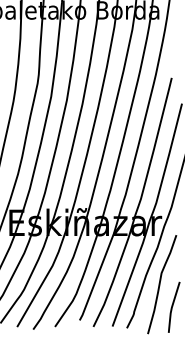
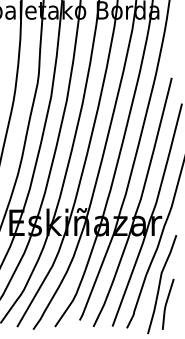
curve at (173, 306) position: (173, 306) -> (167, 303)
